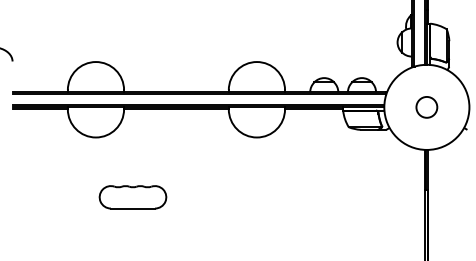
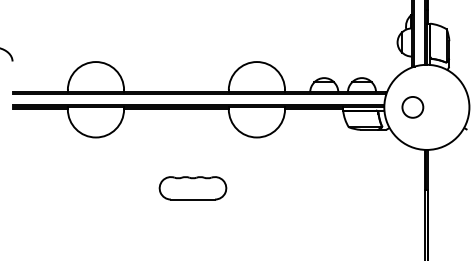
circle at (426, 107) position: (426, 107) -> (412, 107)
part at (132, 197) position: (132, 197) -> (192, 188)
